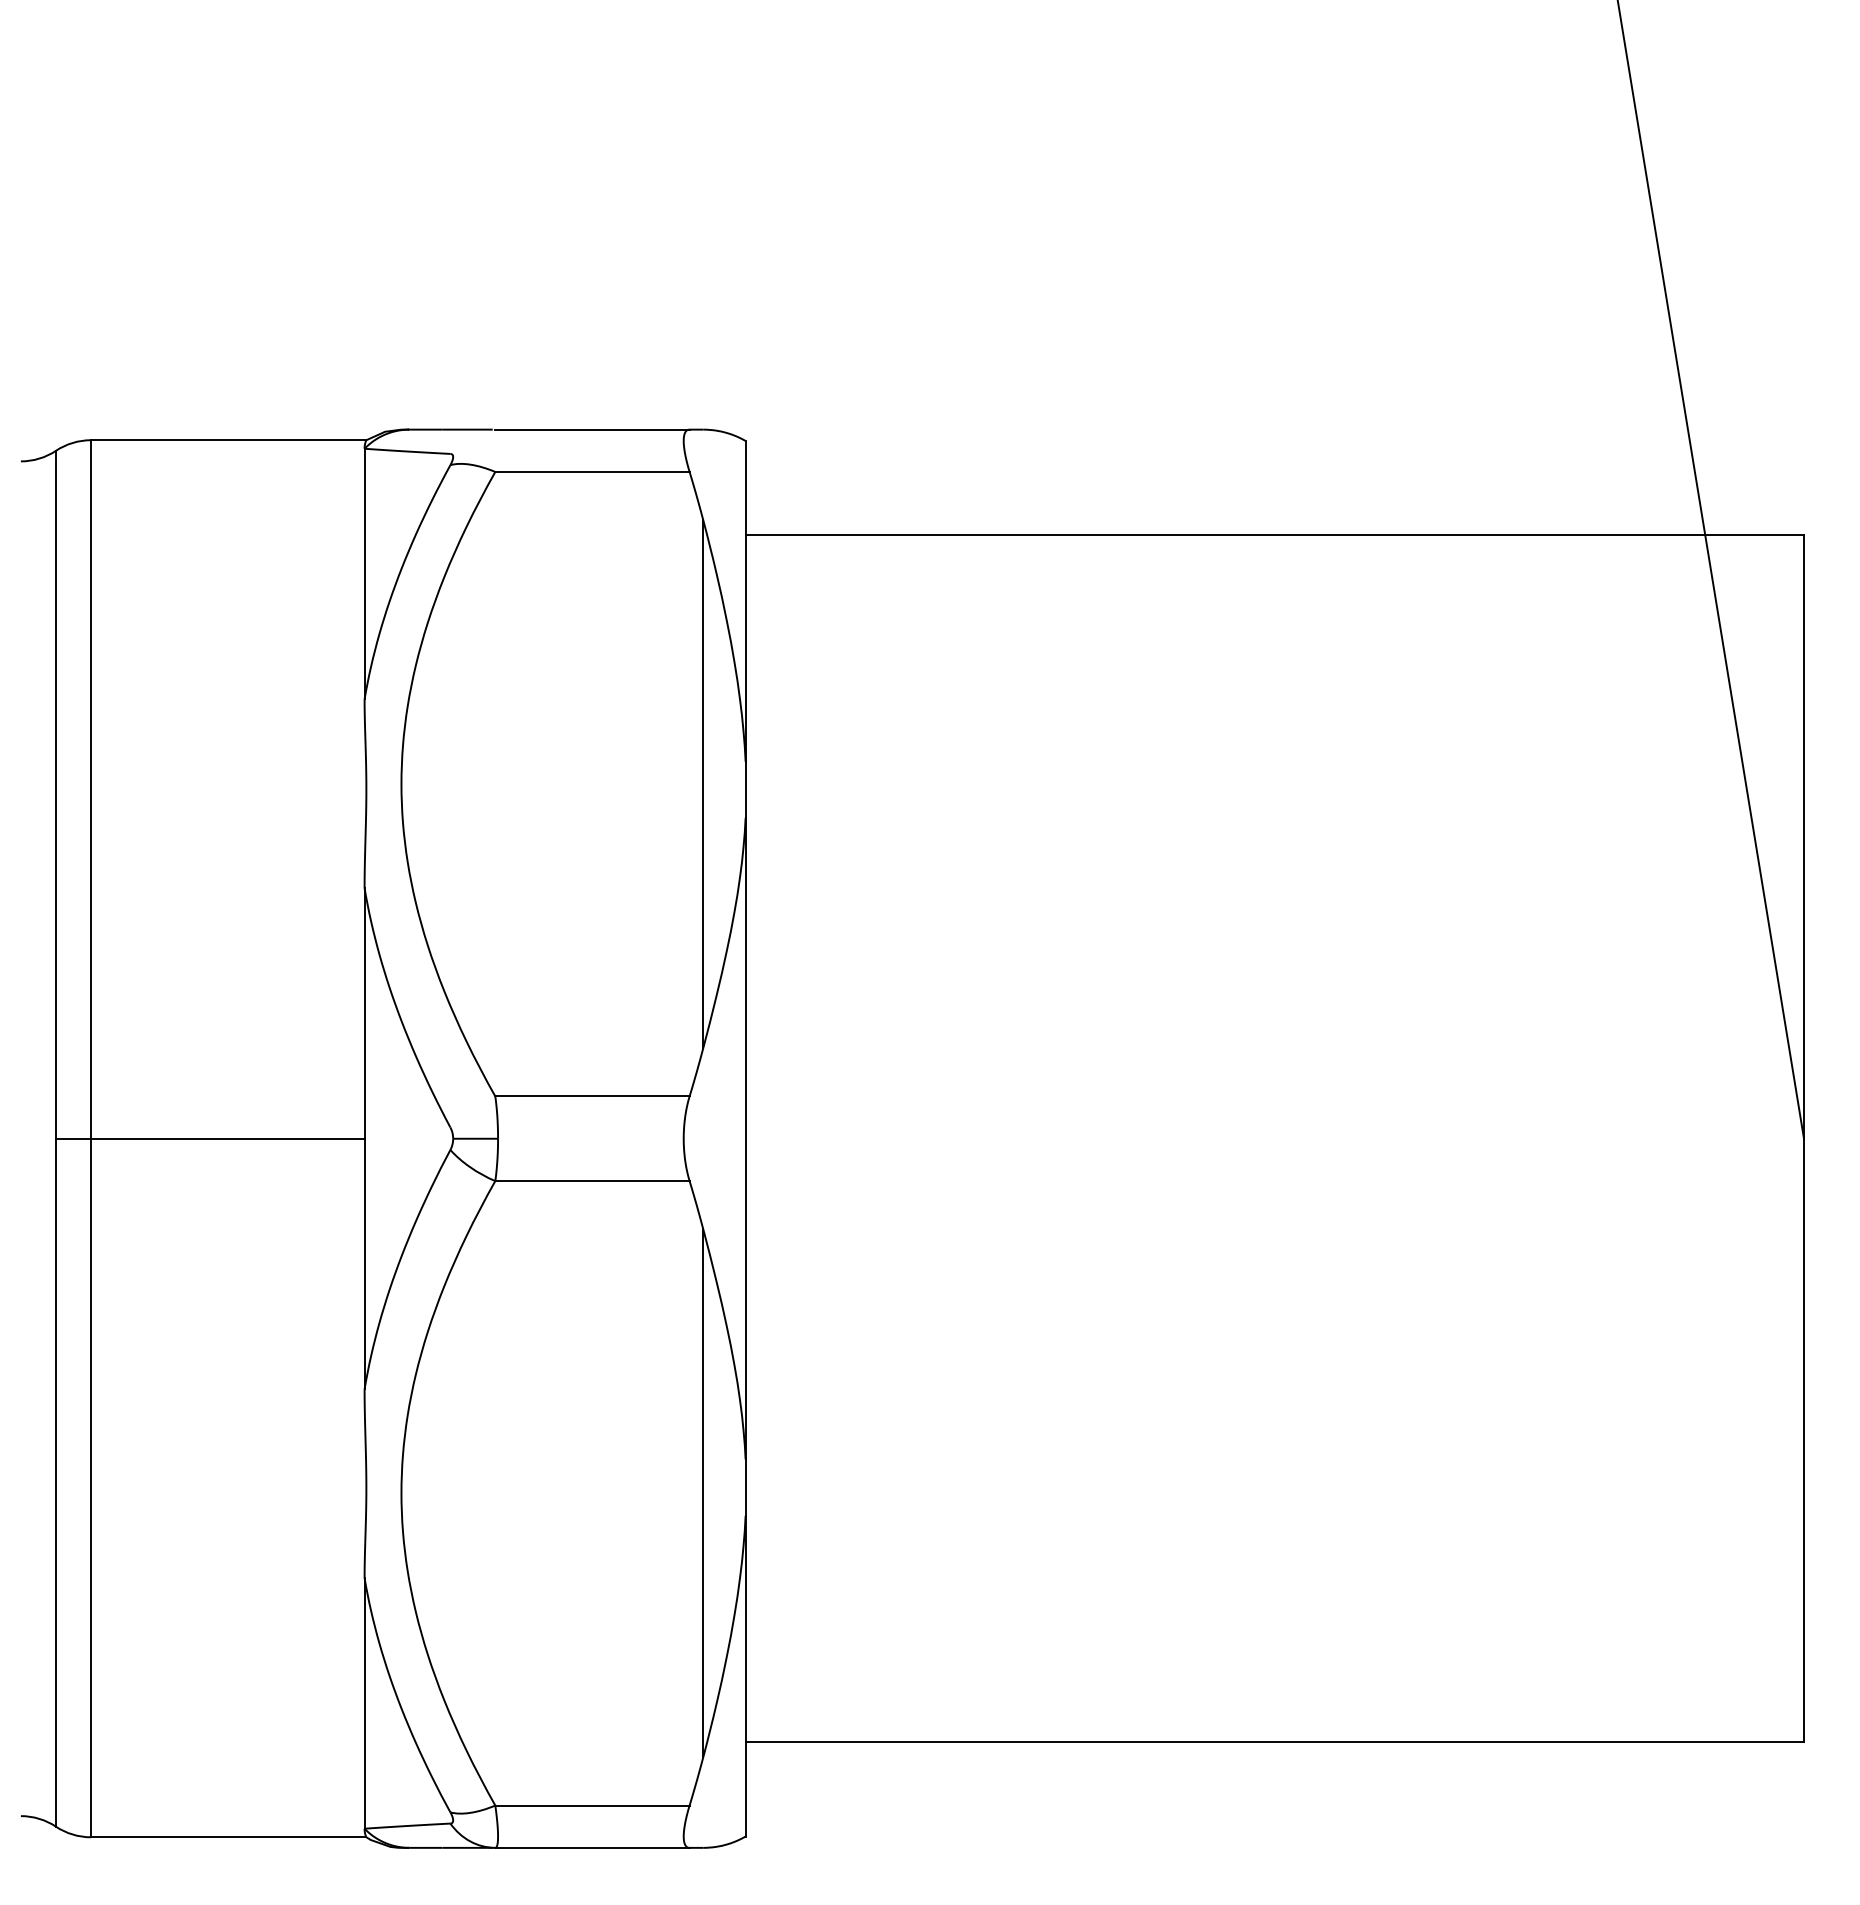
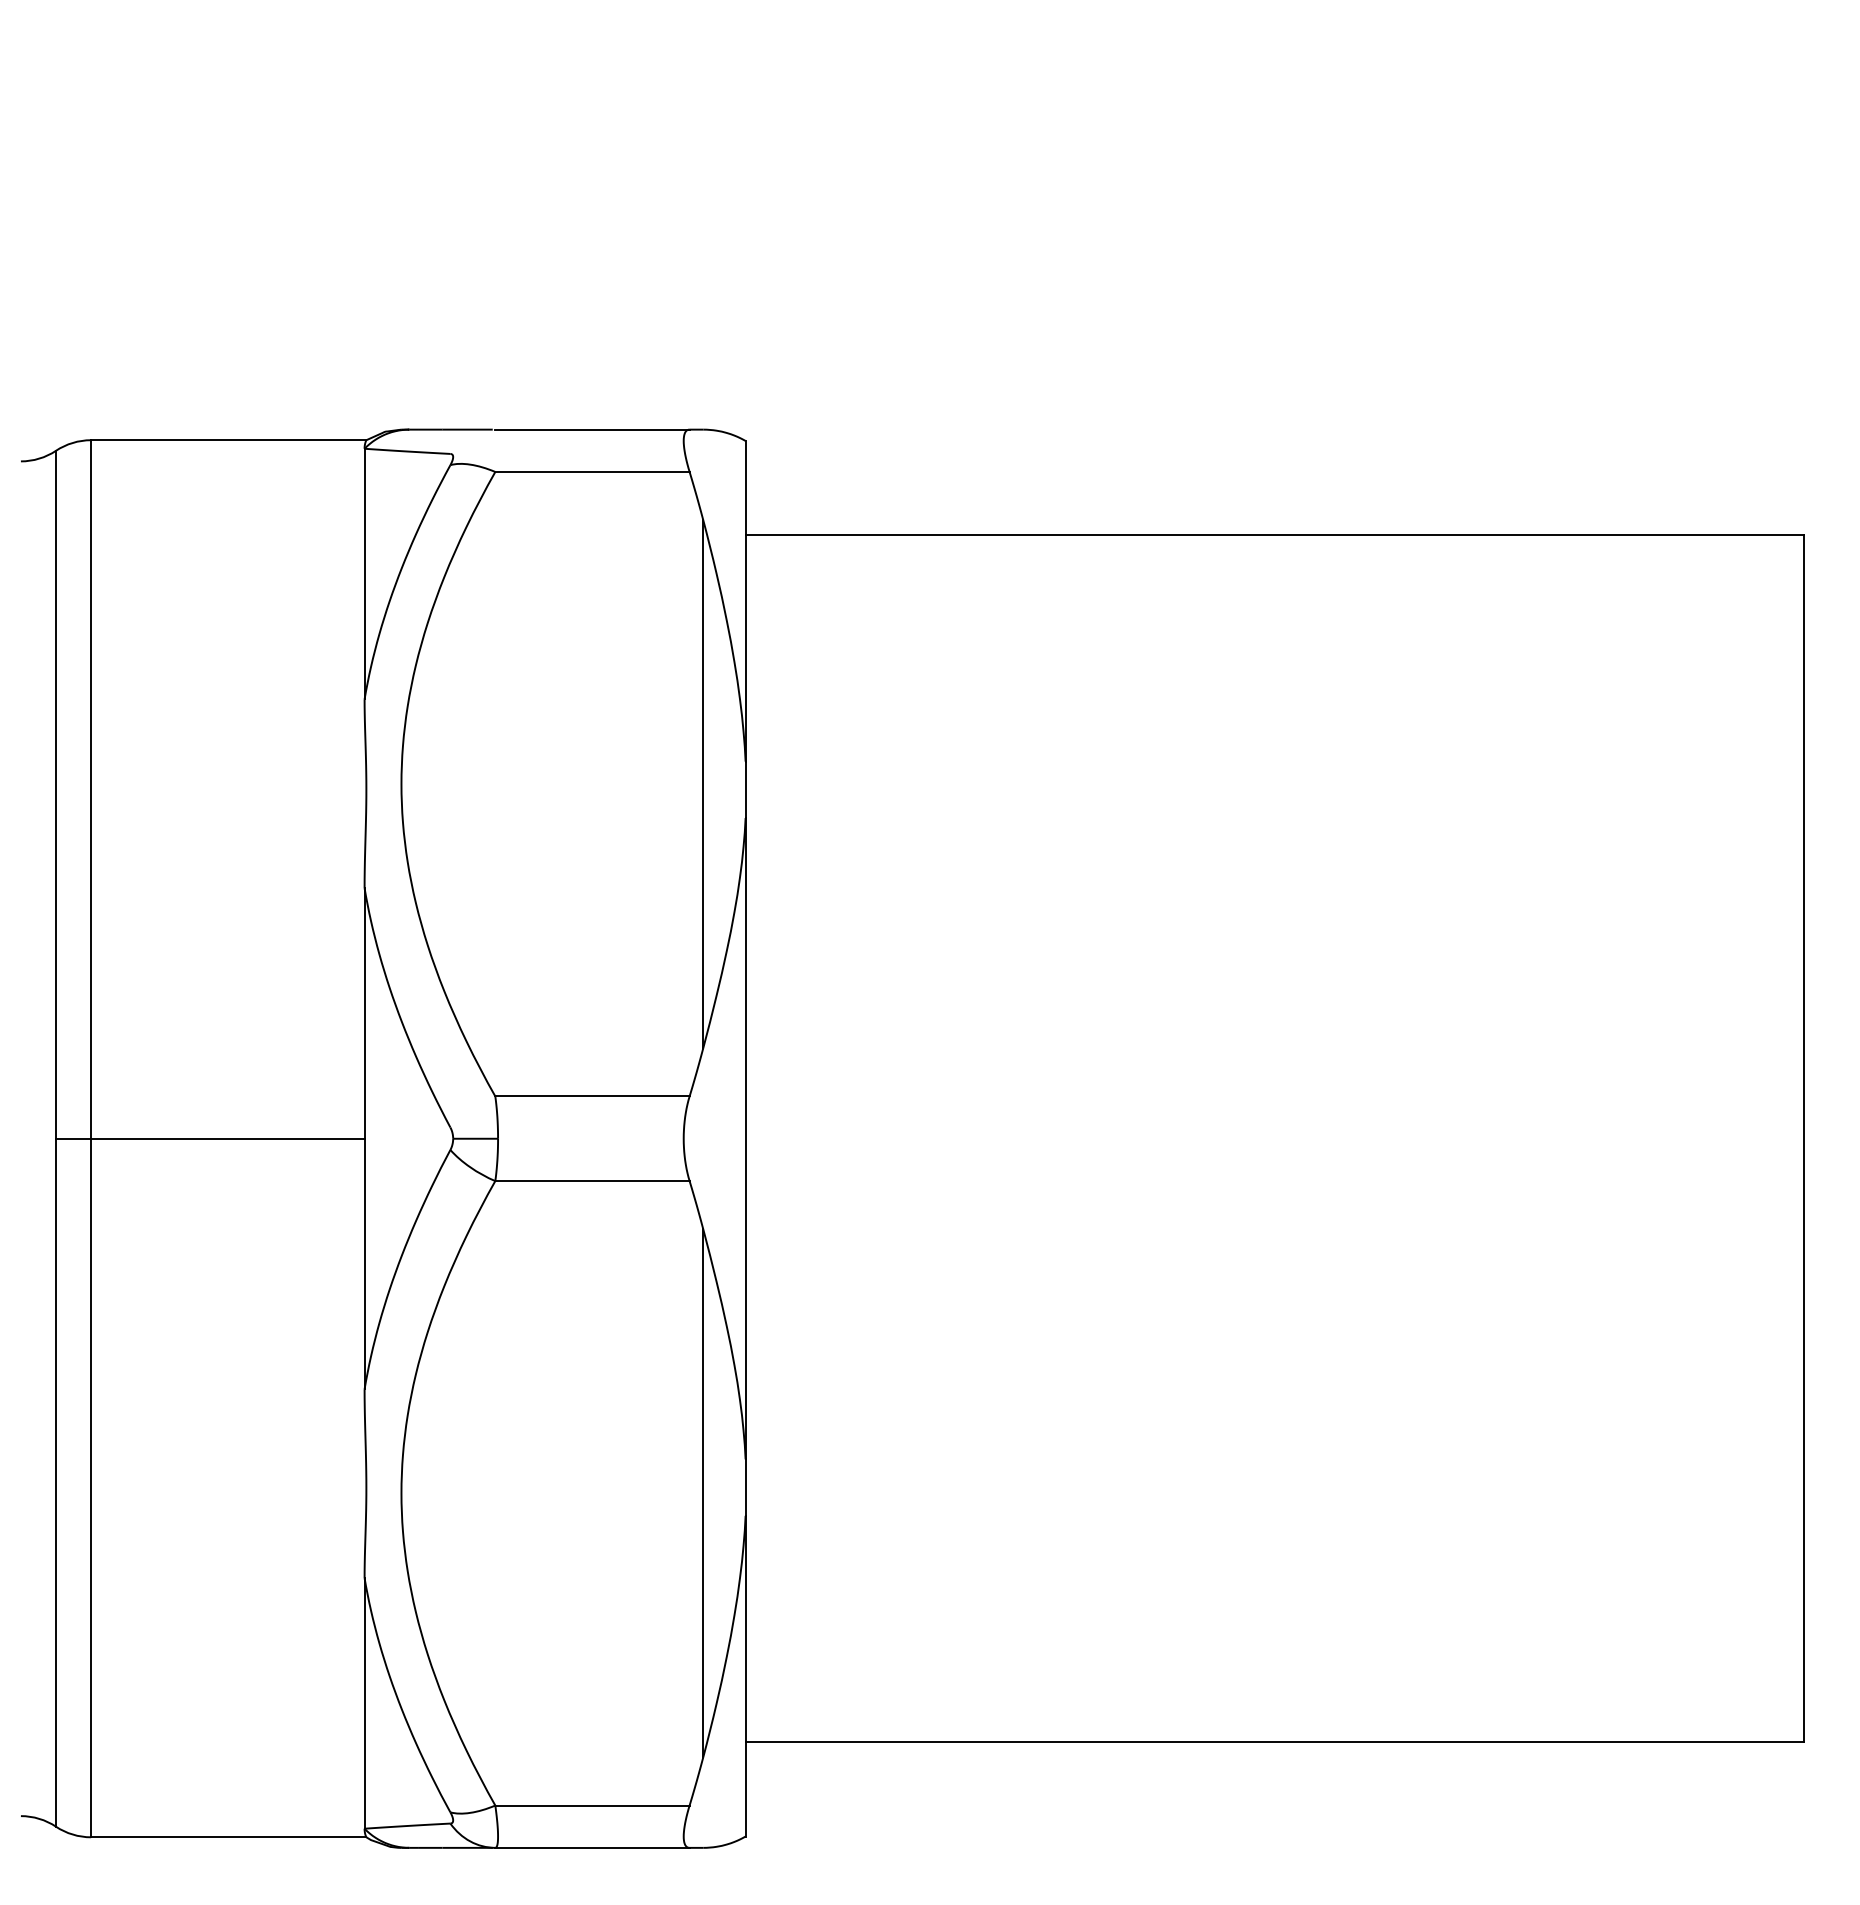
line at (1710, 570): present -> none
